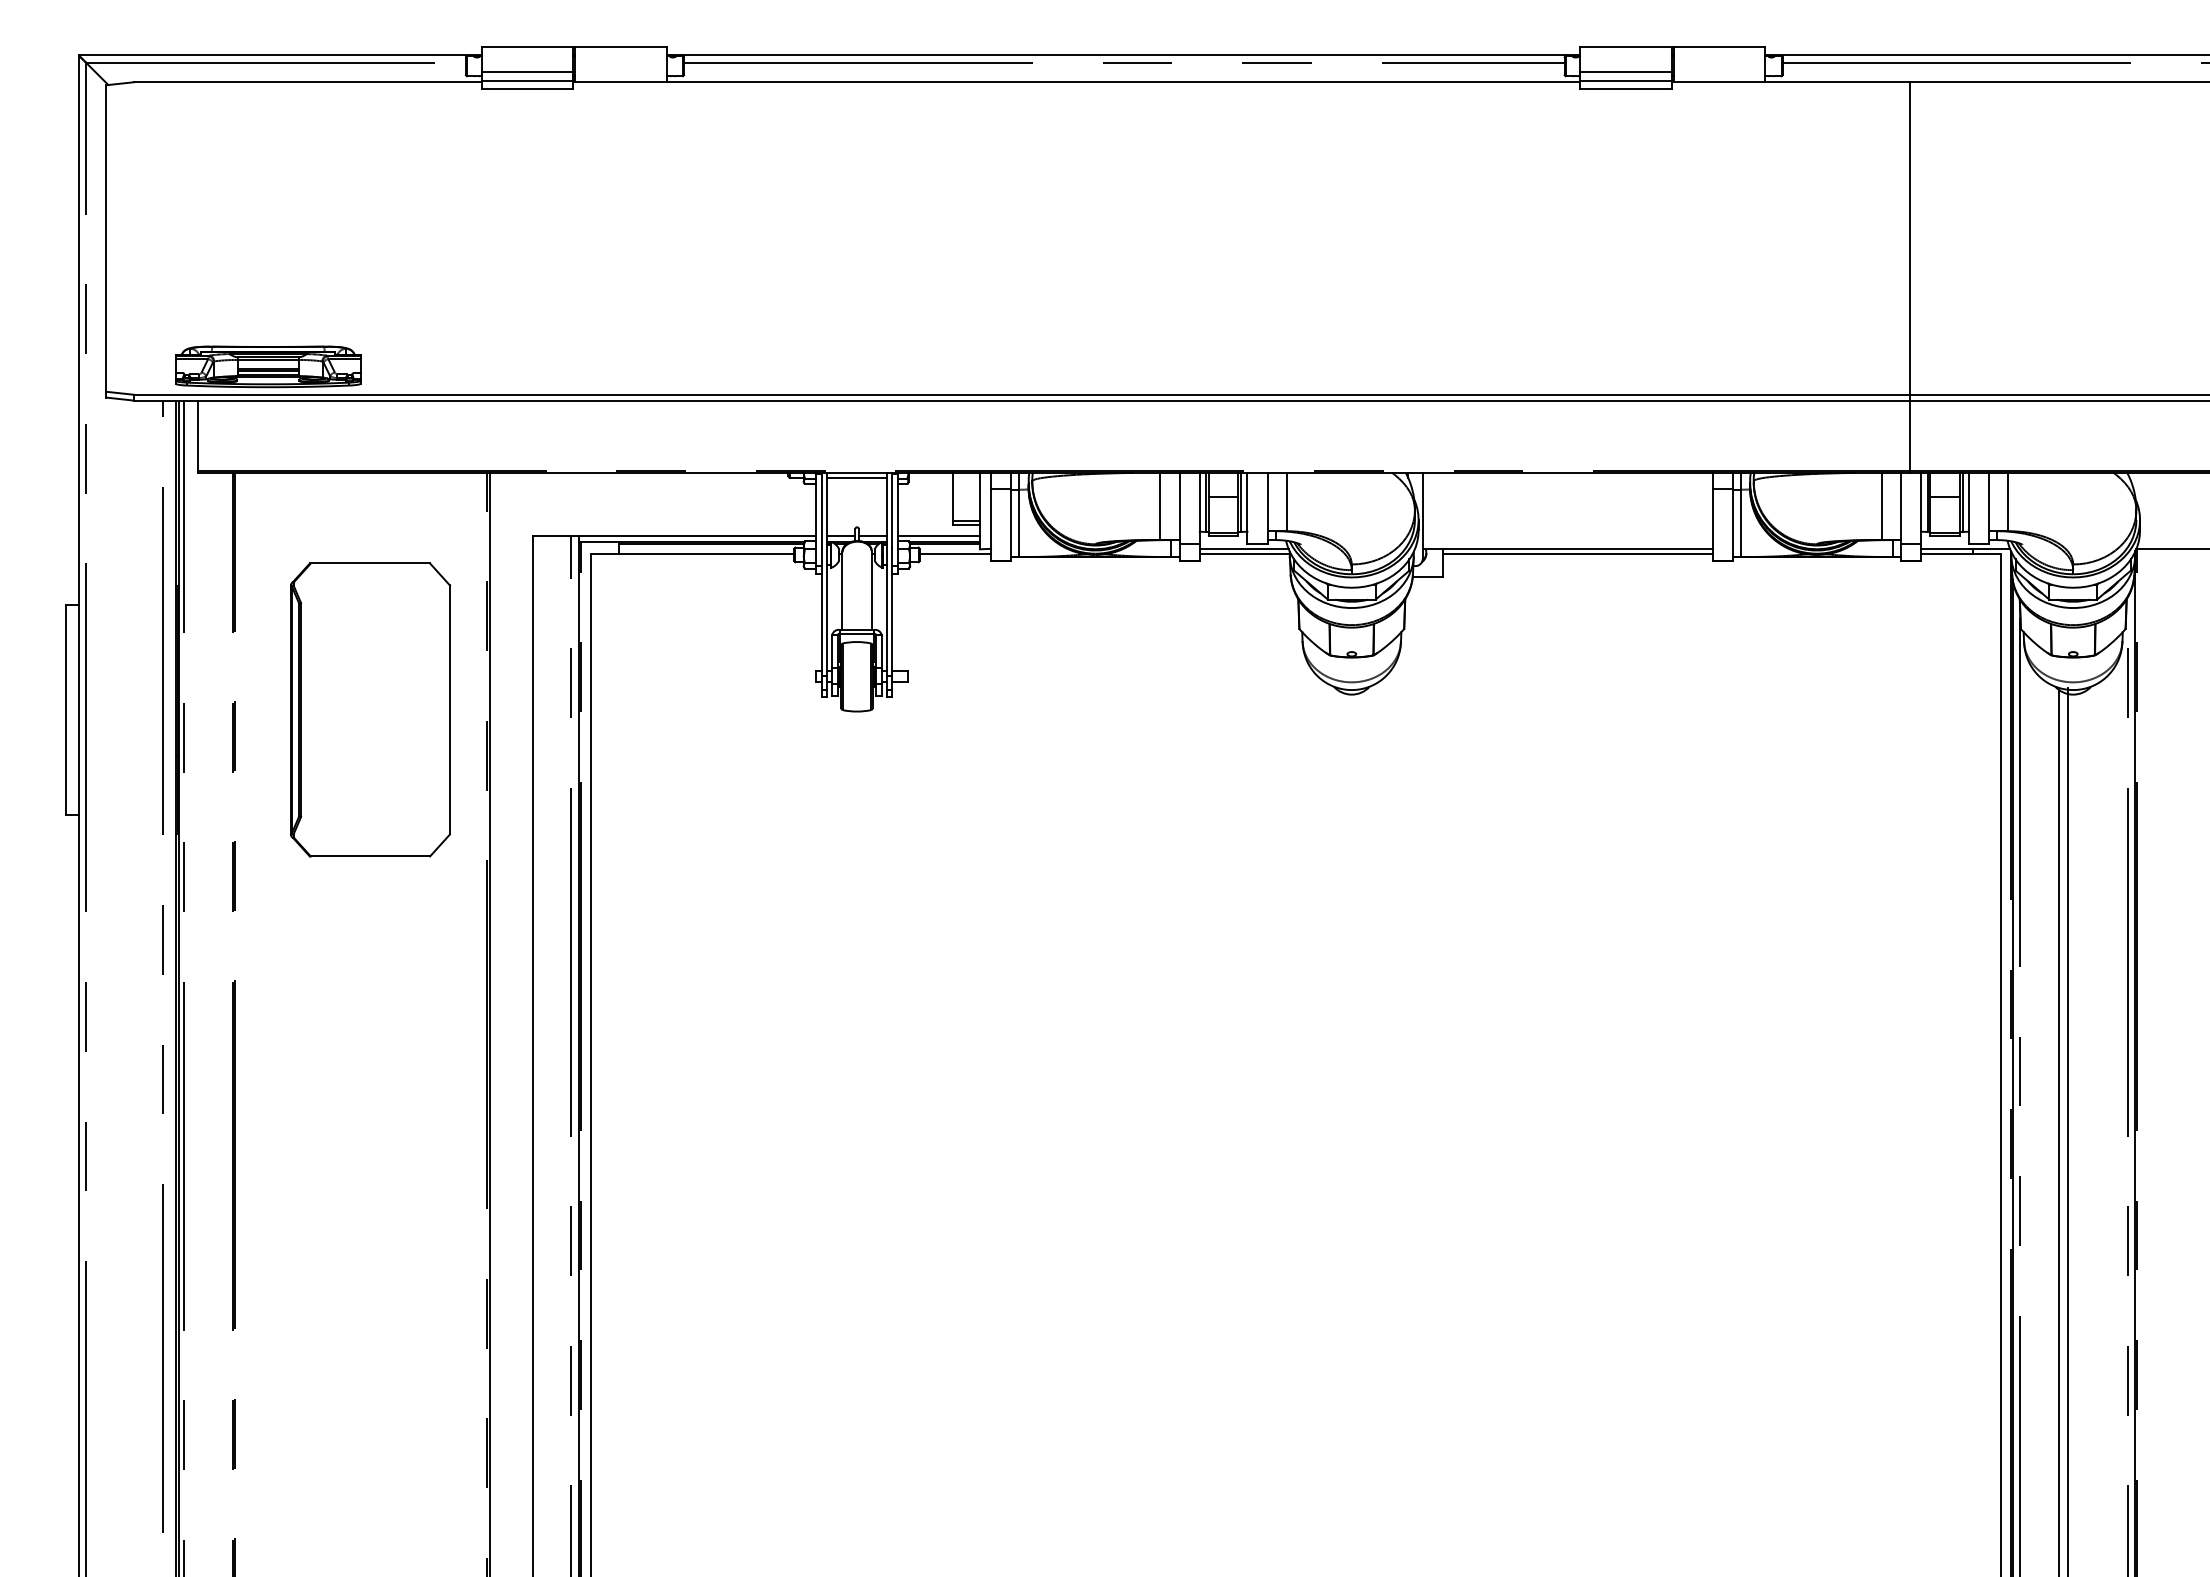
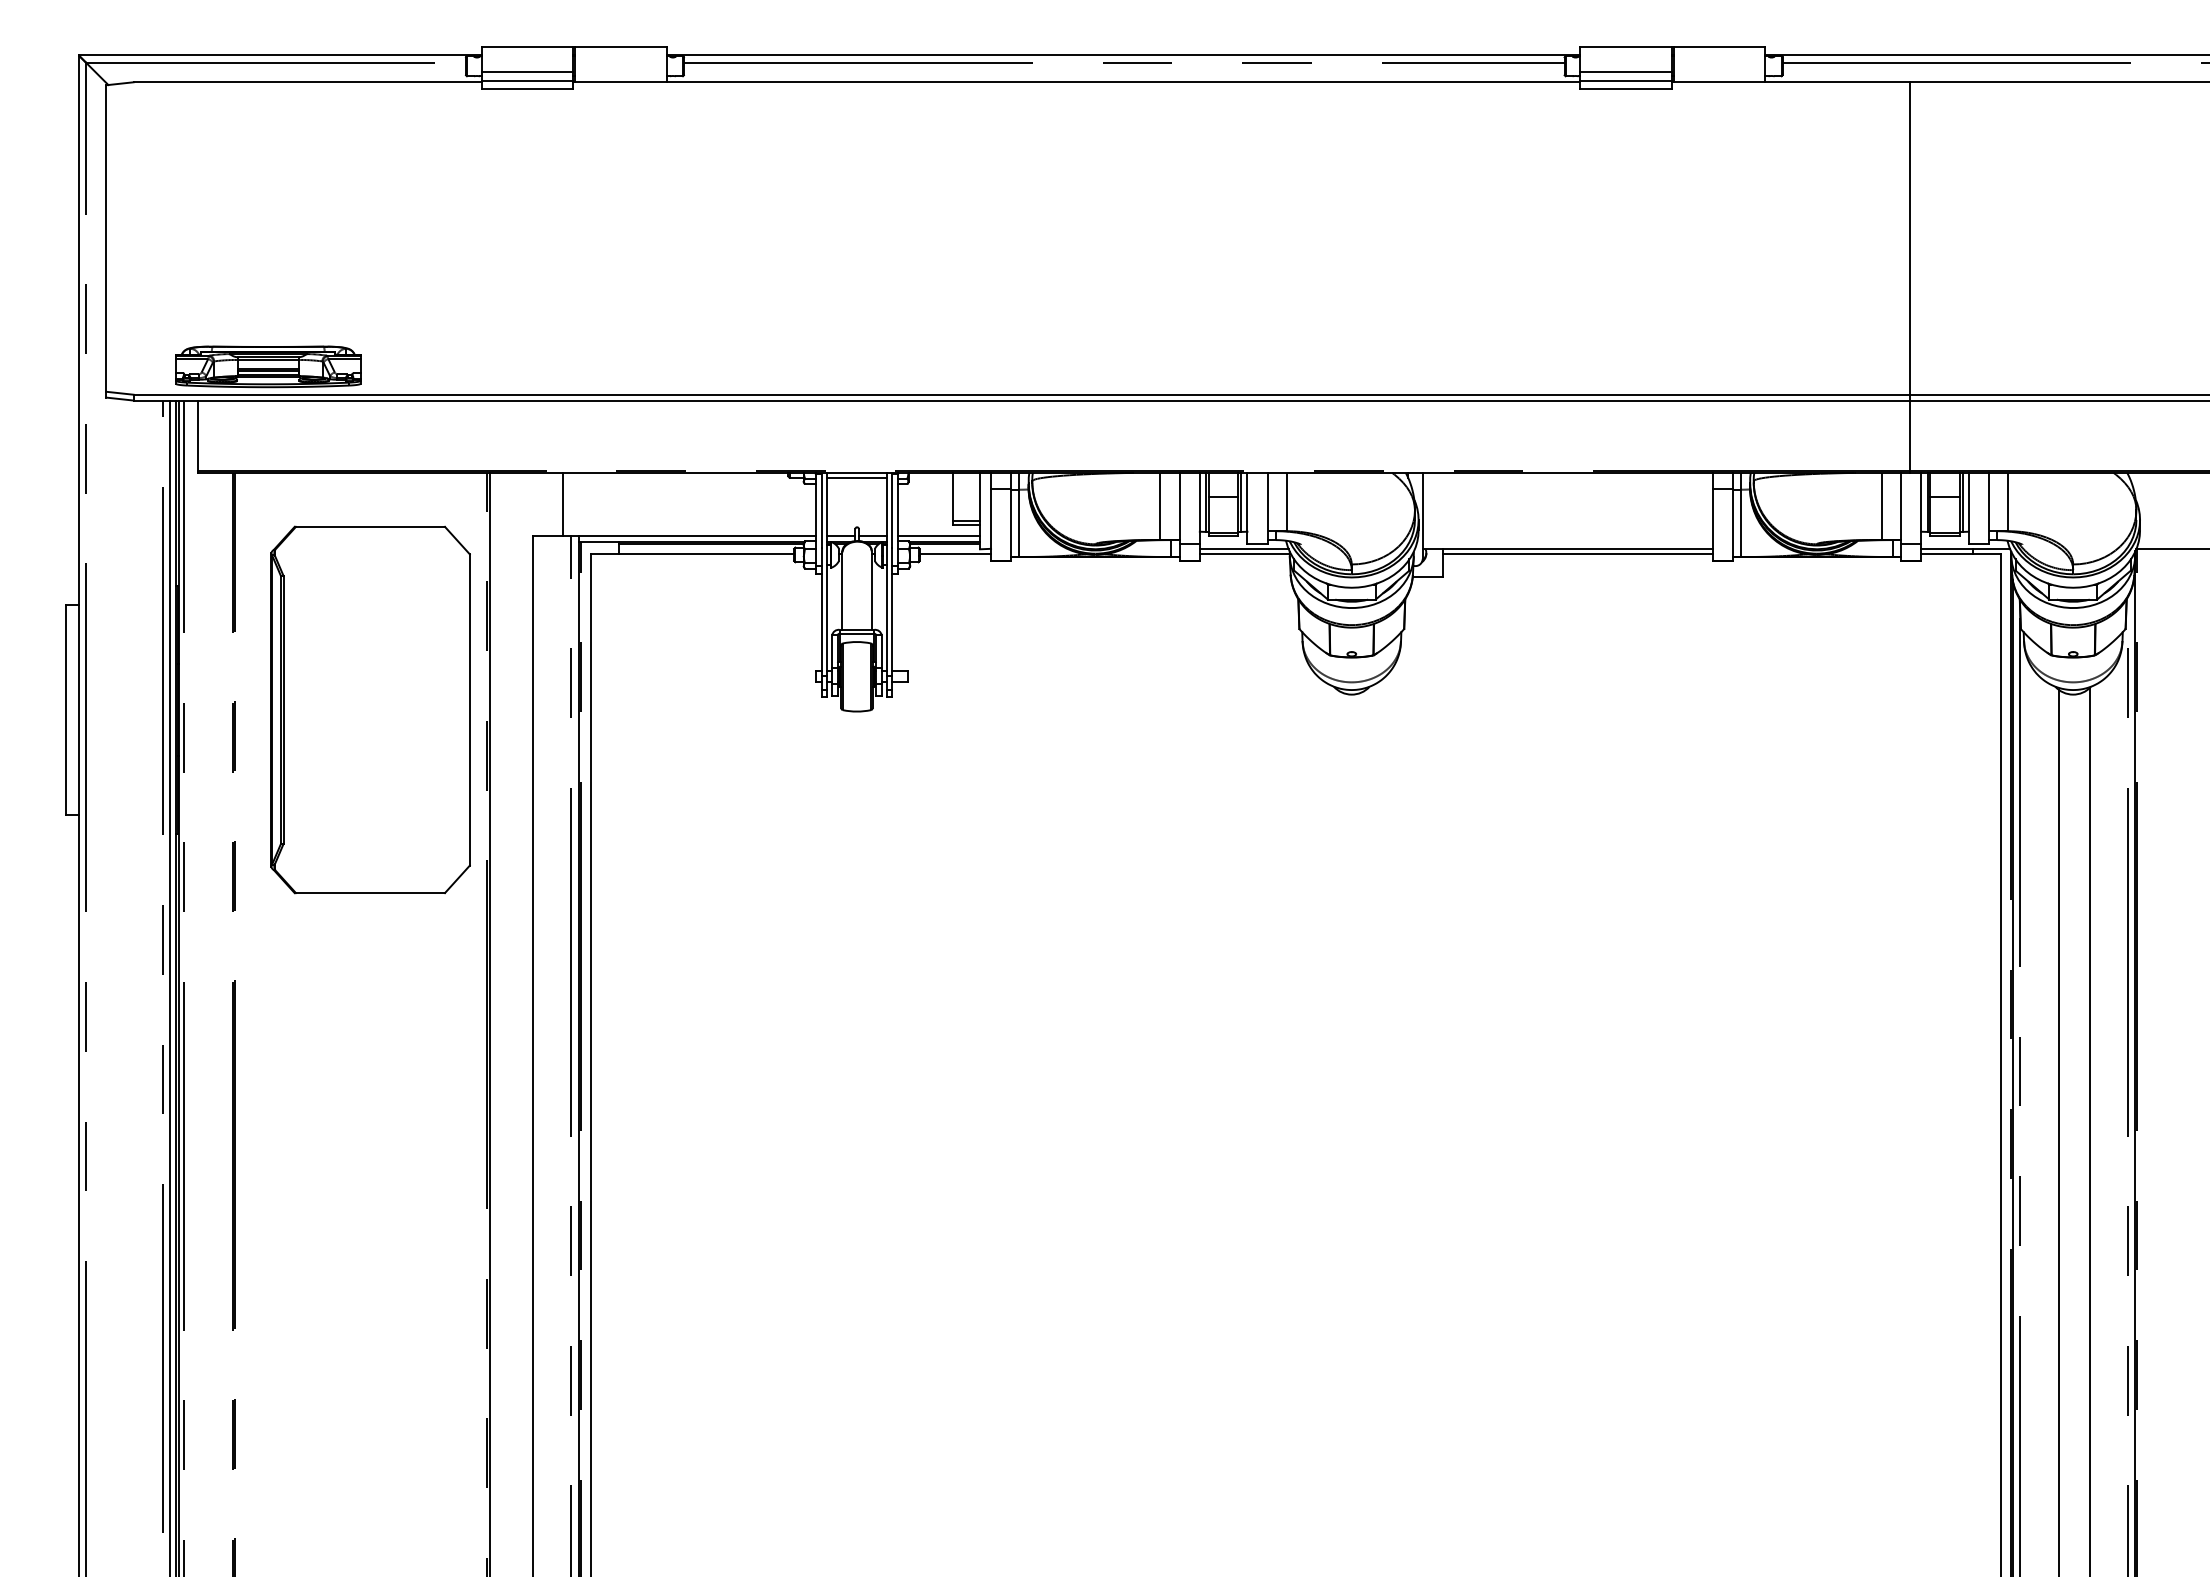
line at (563, 504): none -> present
part at (370, 709) size: 161x296 px -> 201x370 px
line at (170, 986): none -> present
line at (2067, 1130) position: (2067, 1130) -> (2089, 1130)
